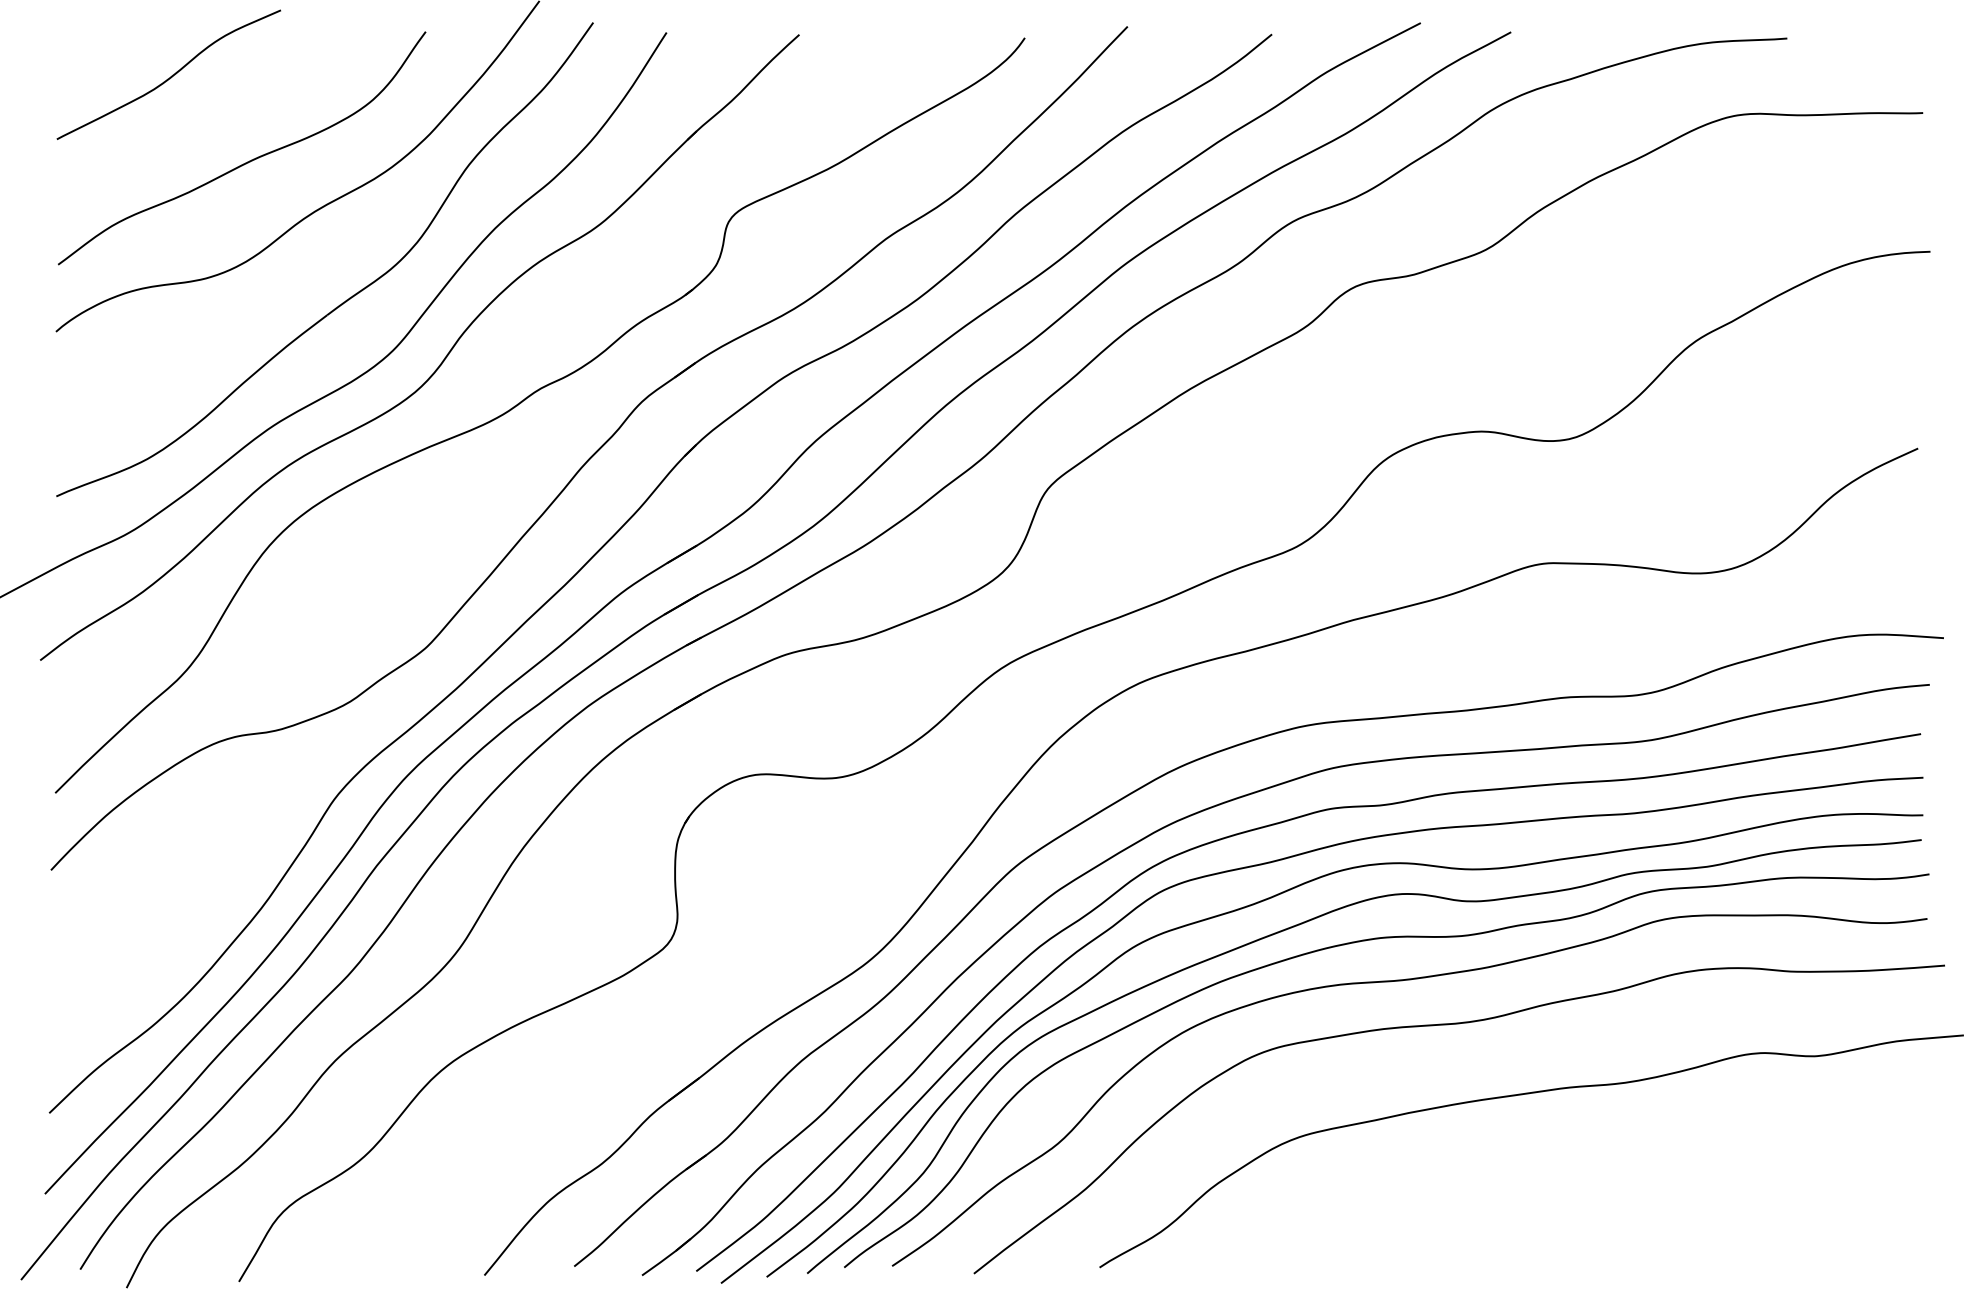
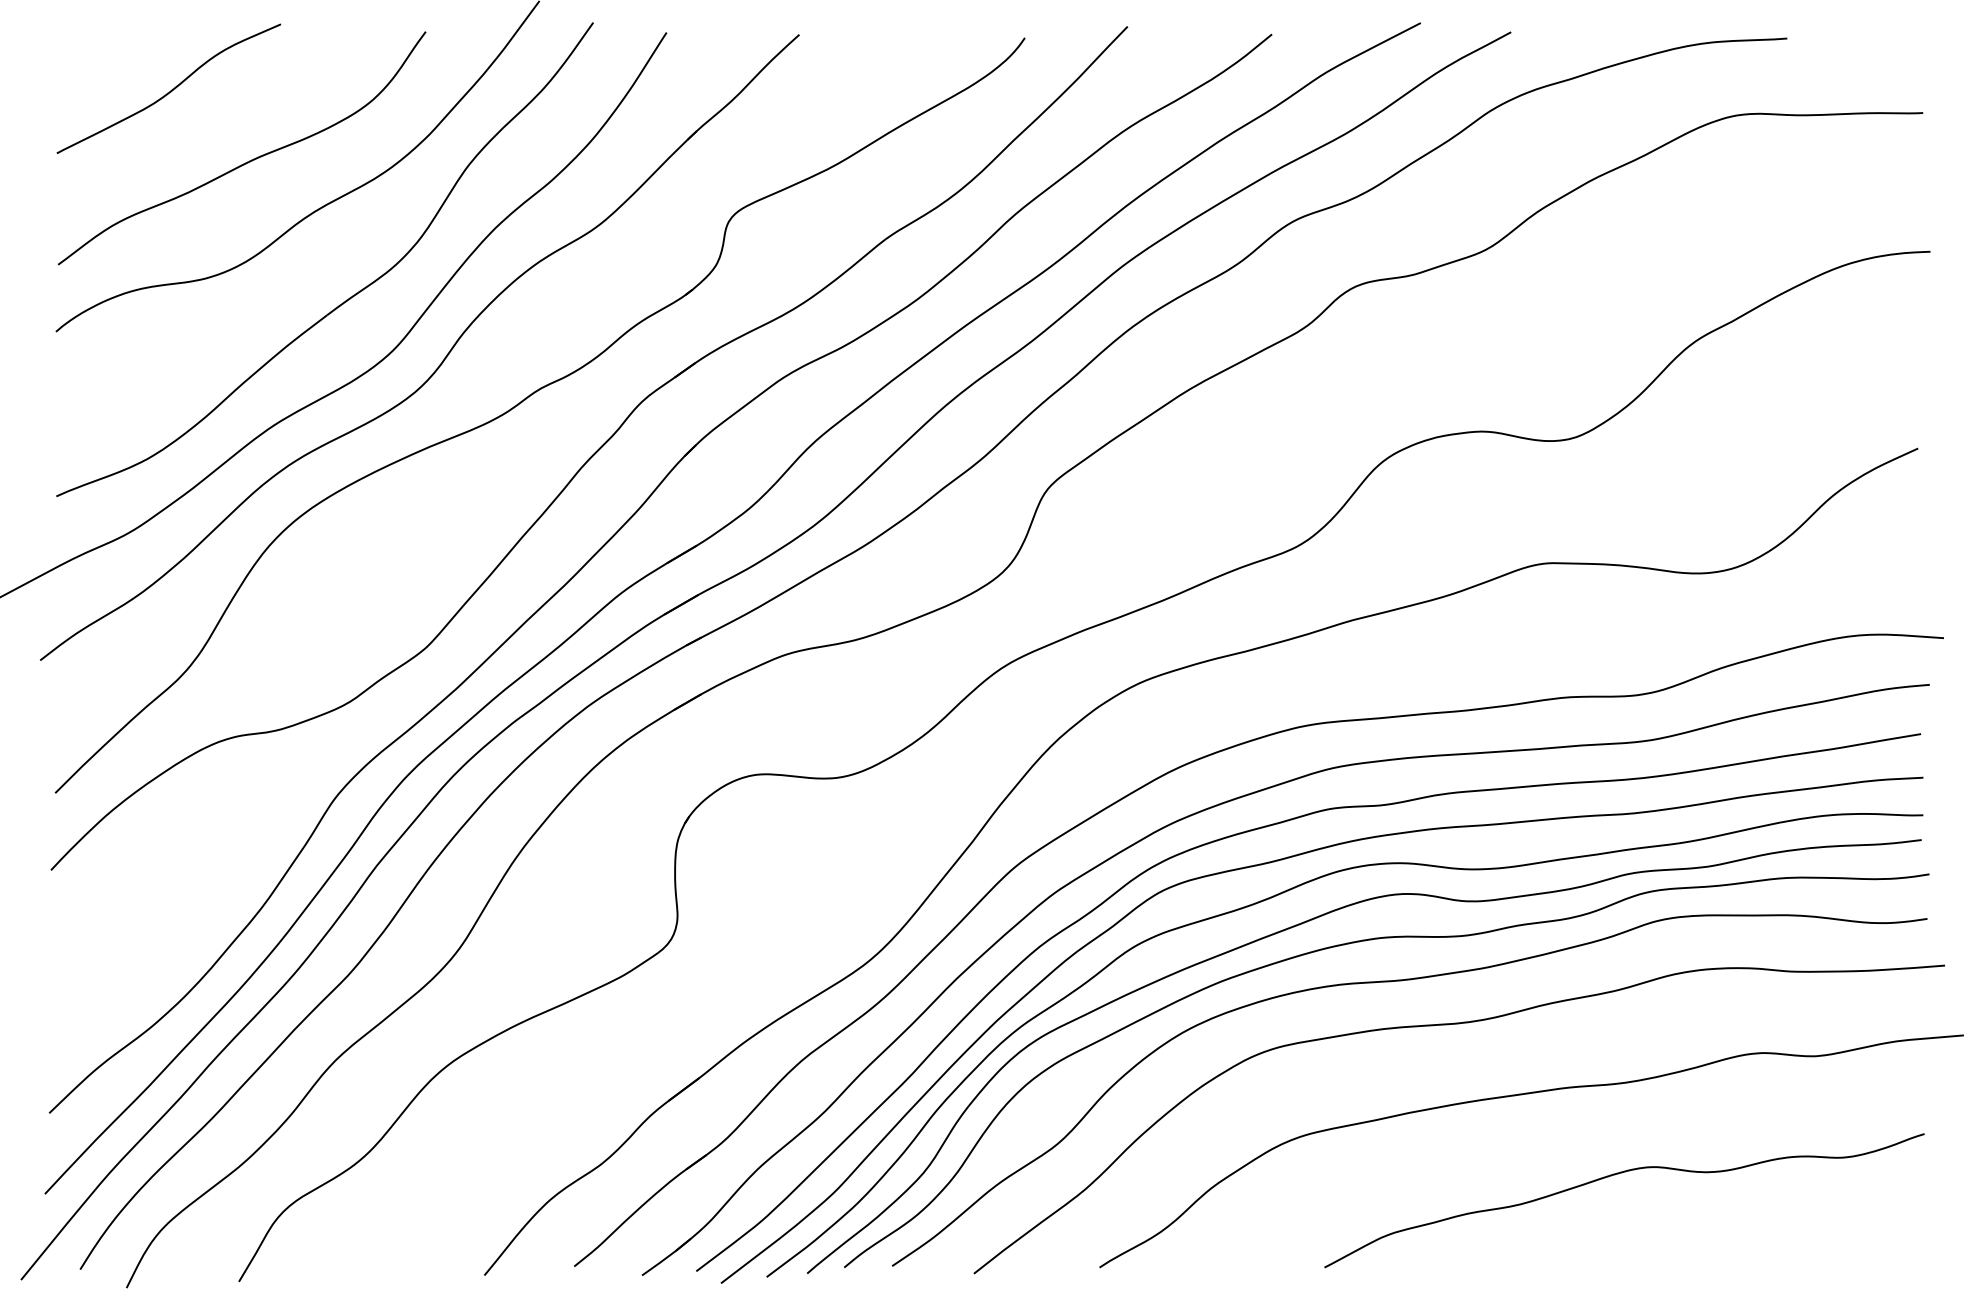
curve at (170, 76) position: (170, 76) -> (170, 90)
curve at (1615, 1175): none -> present
